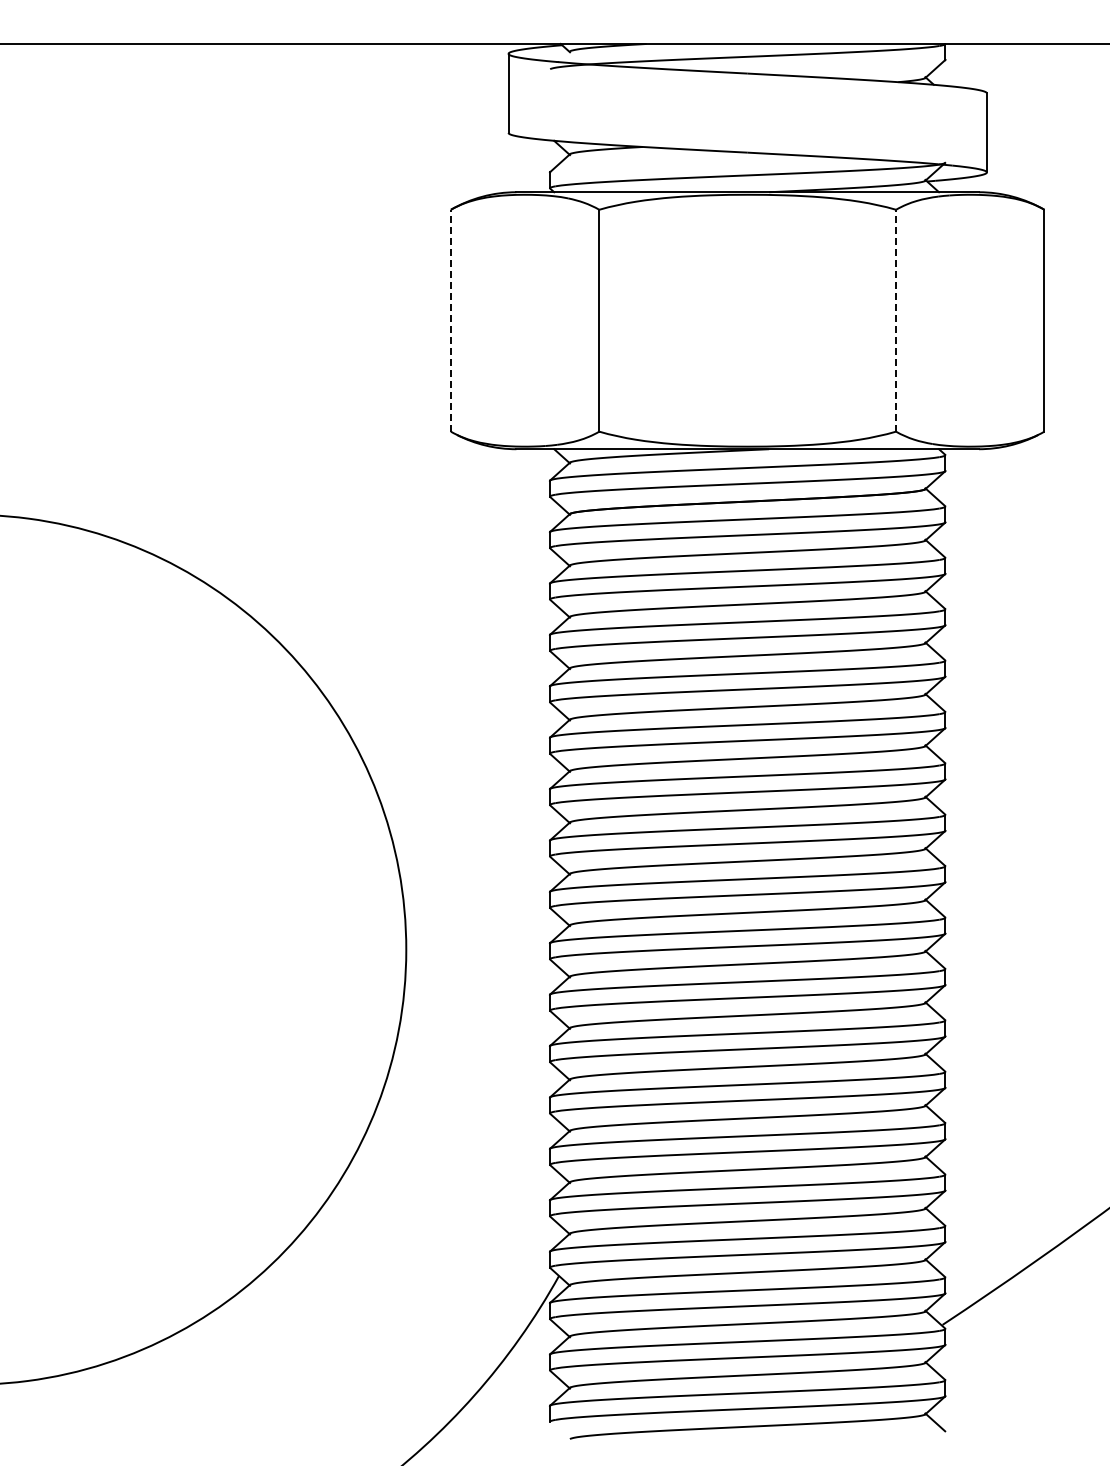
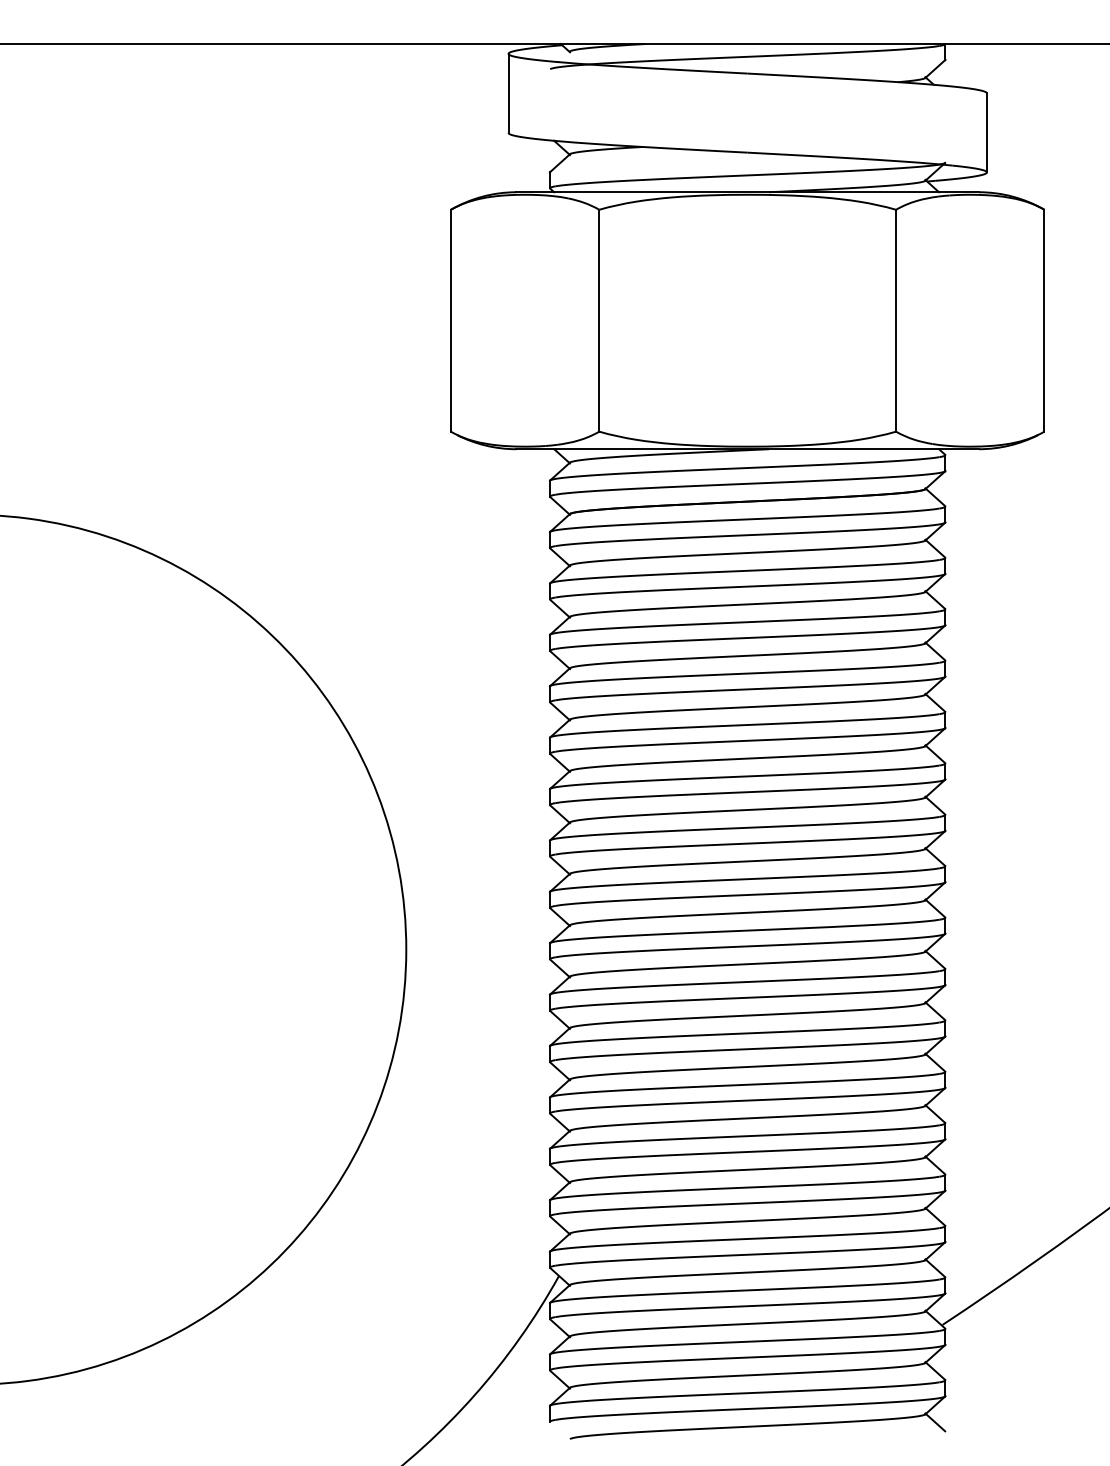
line at (450, 320): dashed -> solid
line at (896, 320): dashed -> solid
